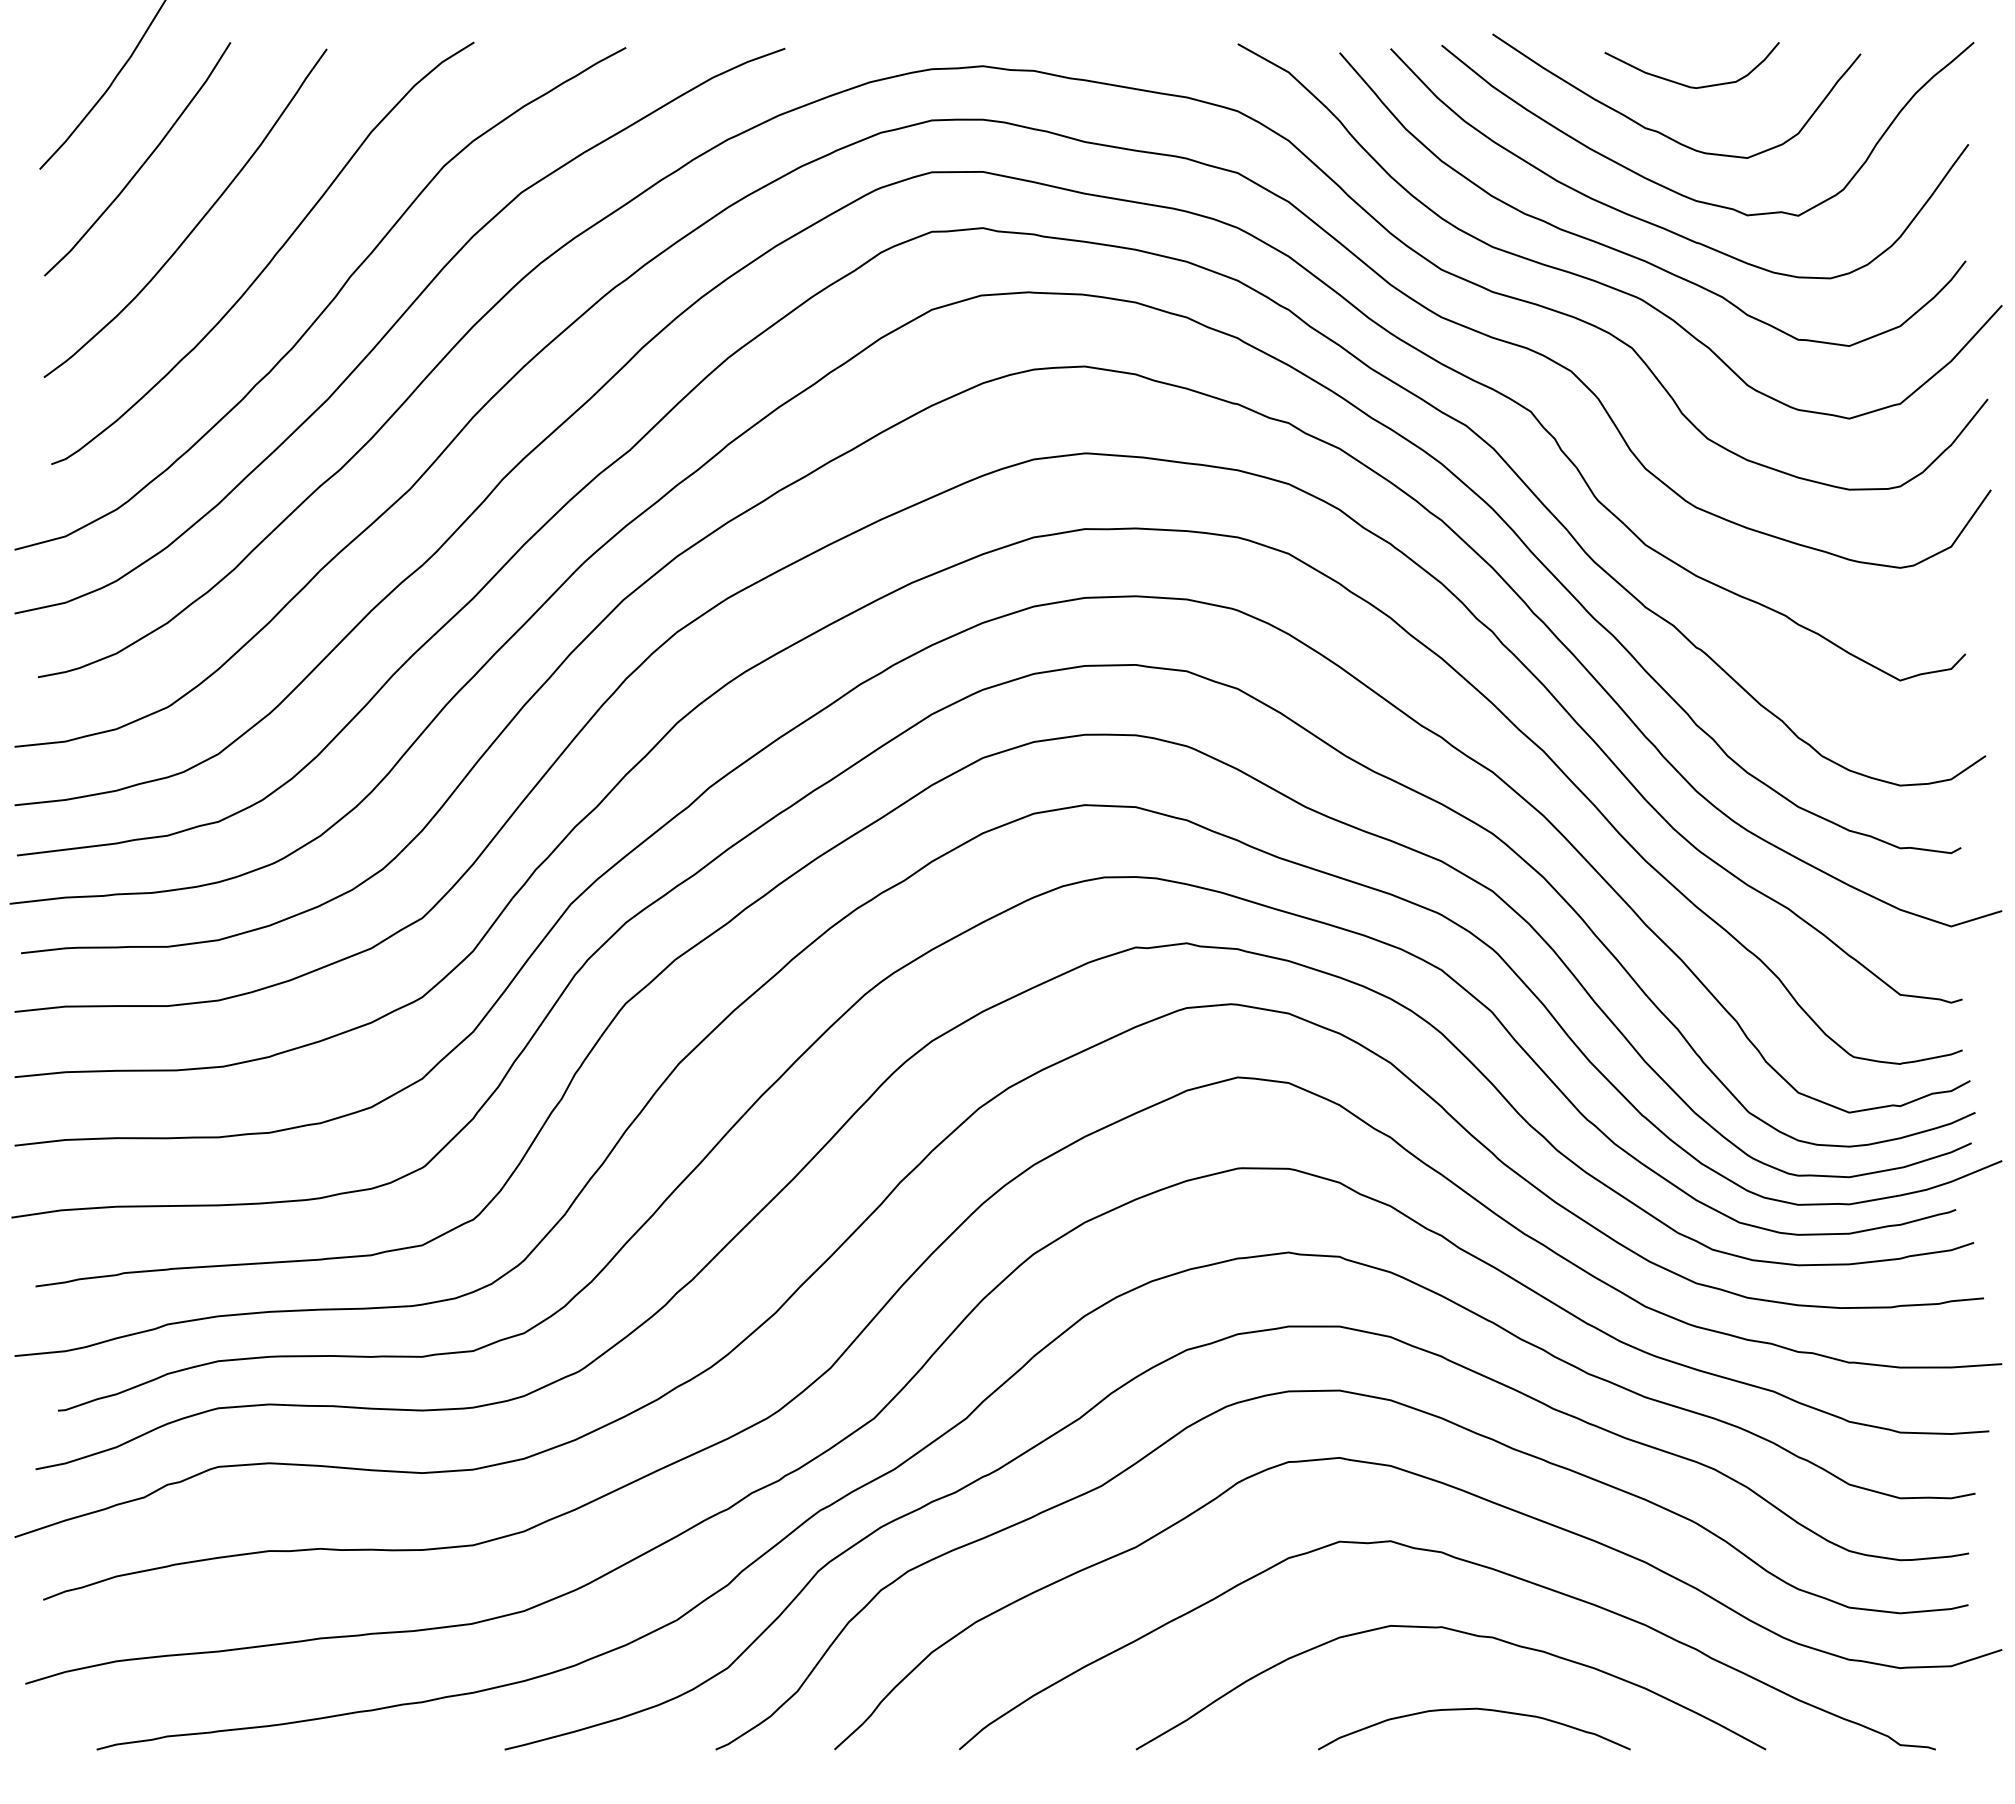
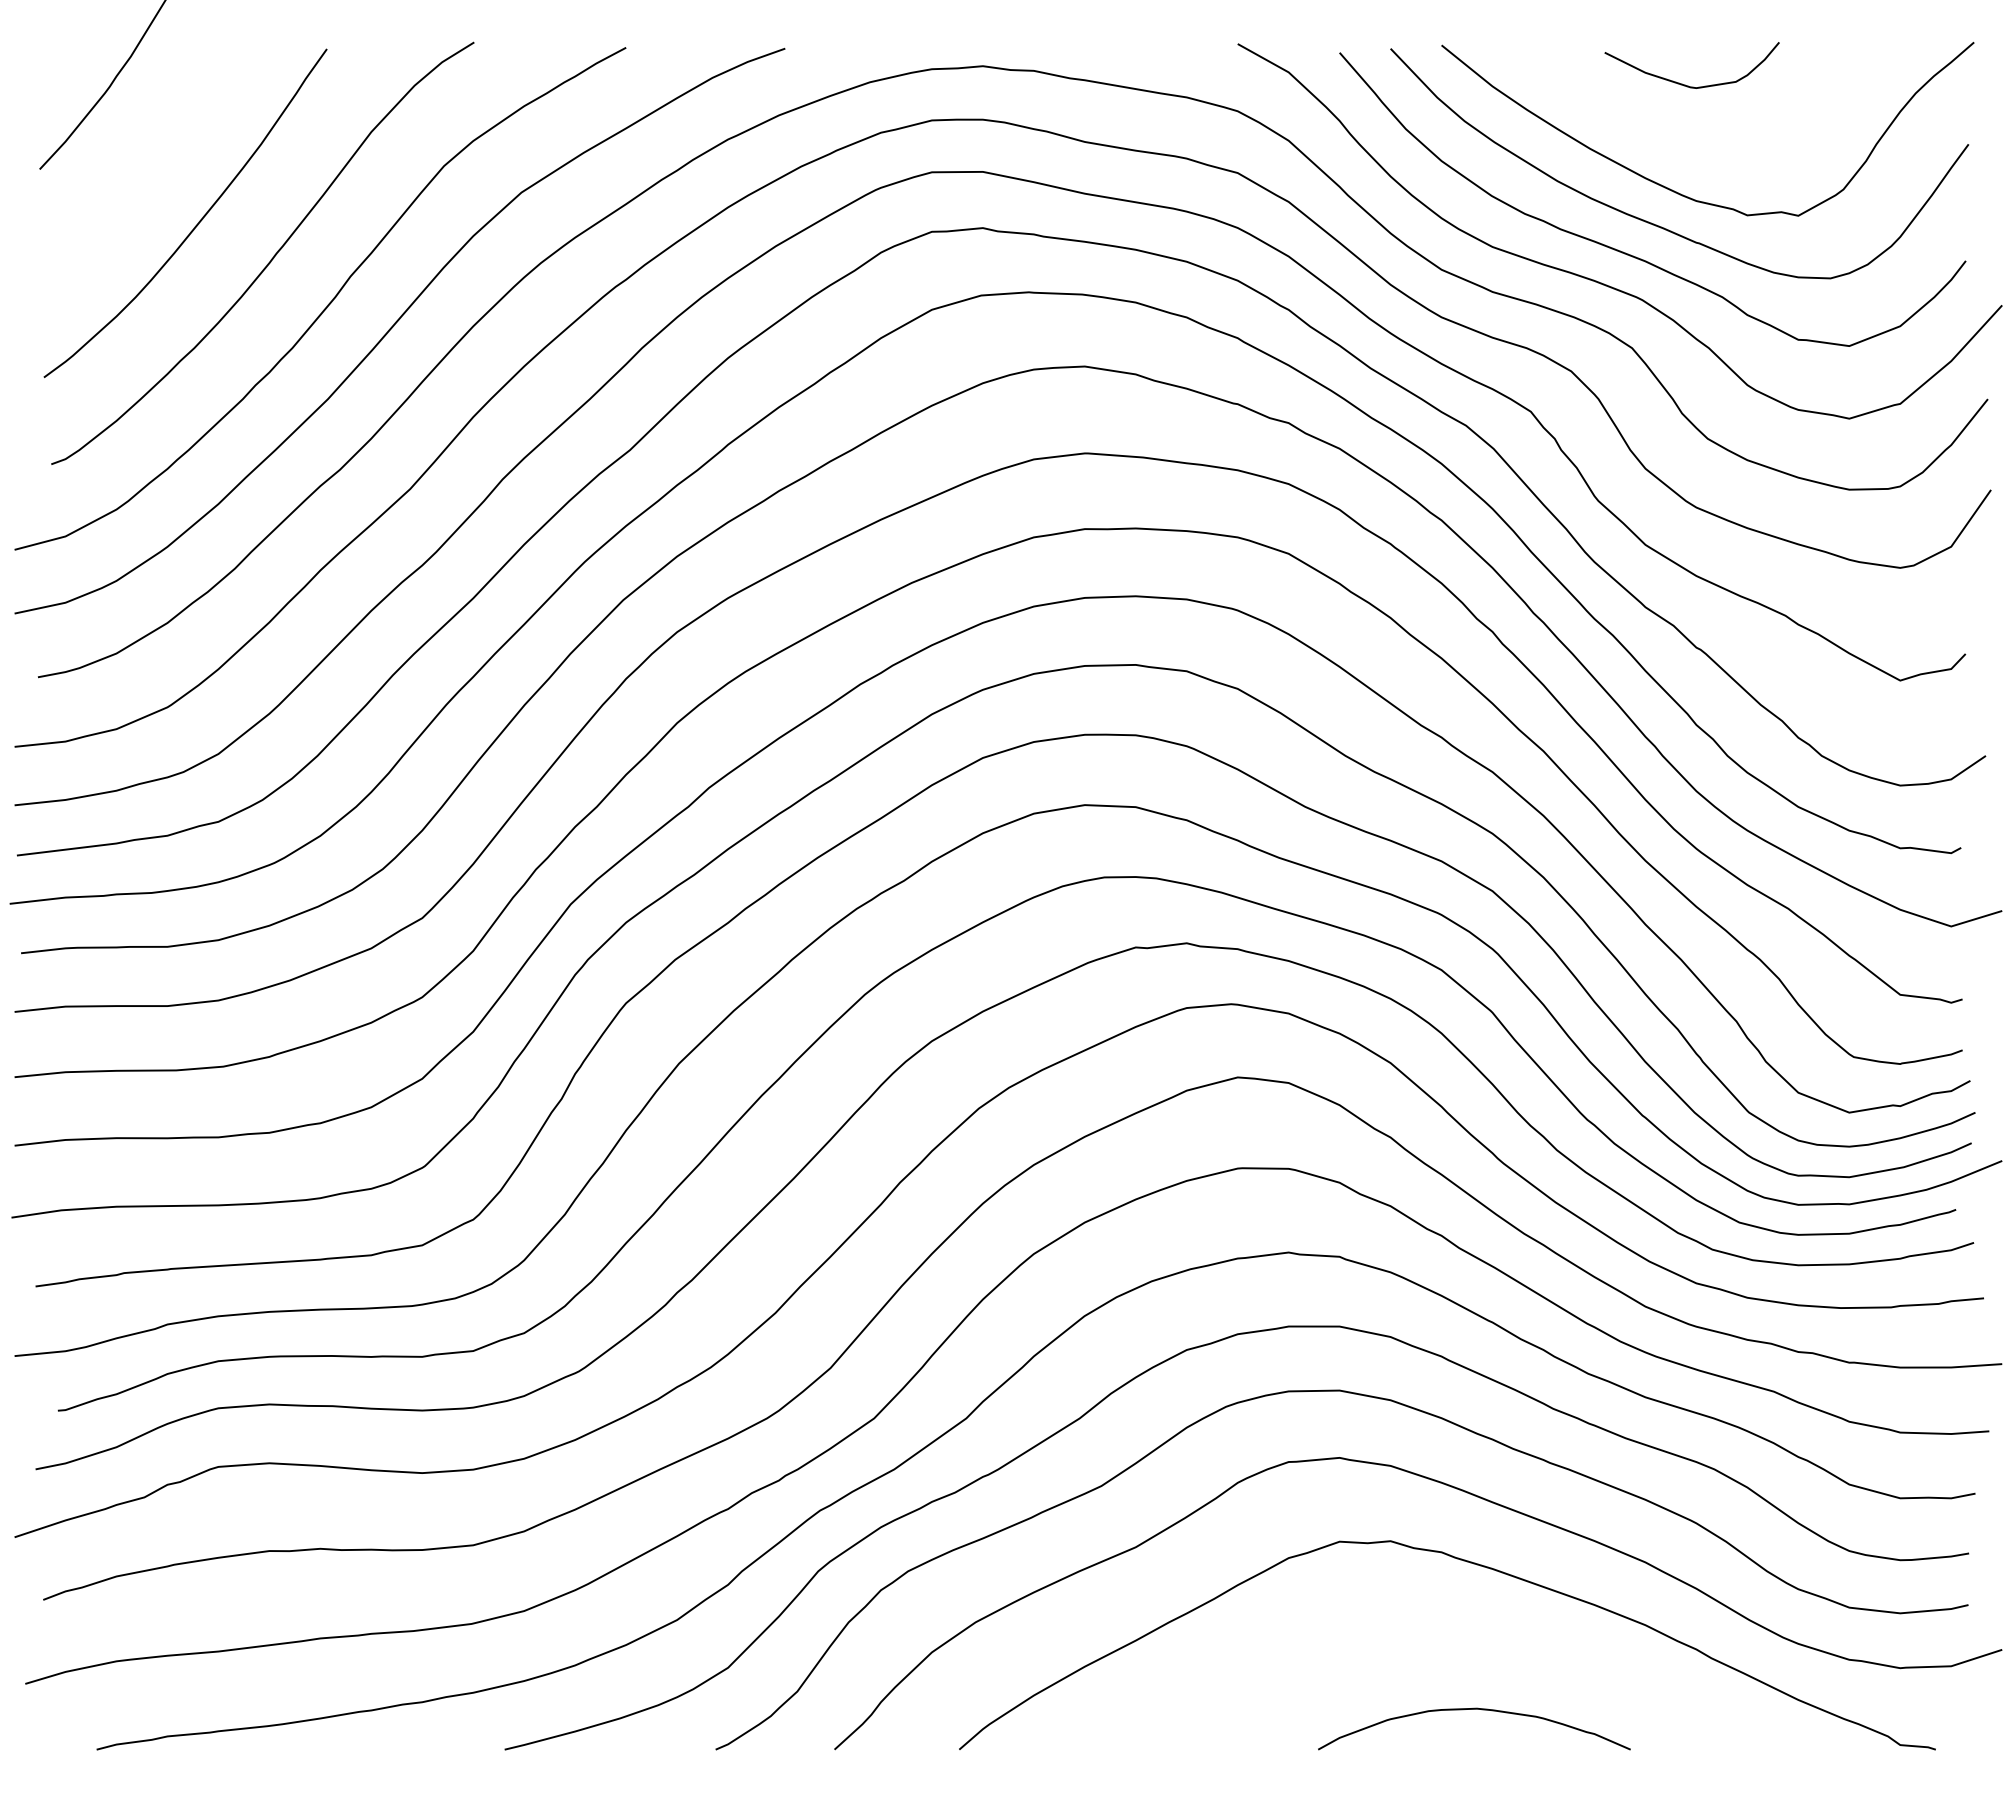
curve at (1659, 131): present -> none
curve at (142, 163): present -> none
curve at (1462, 1633): present -> none
